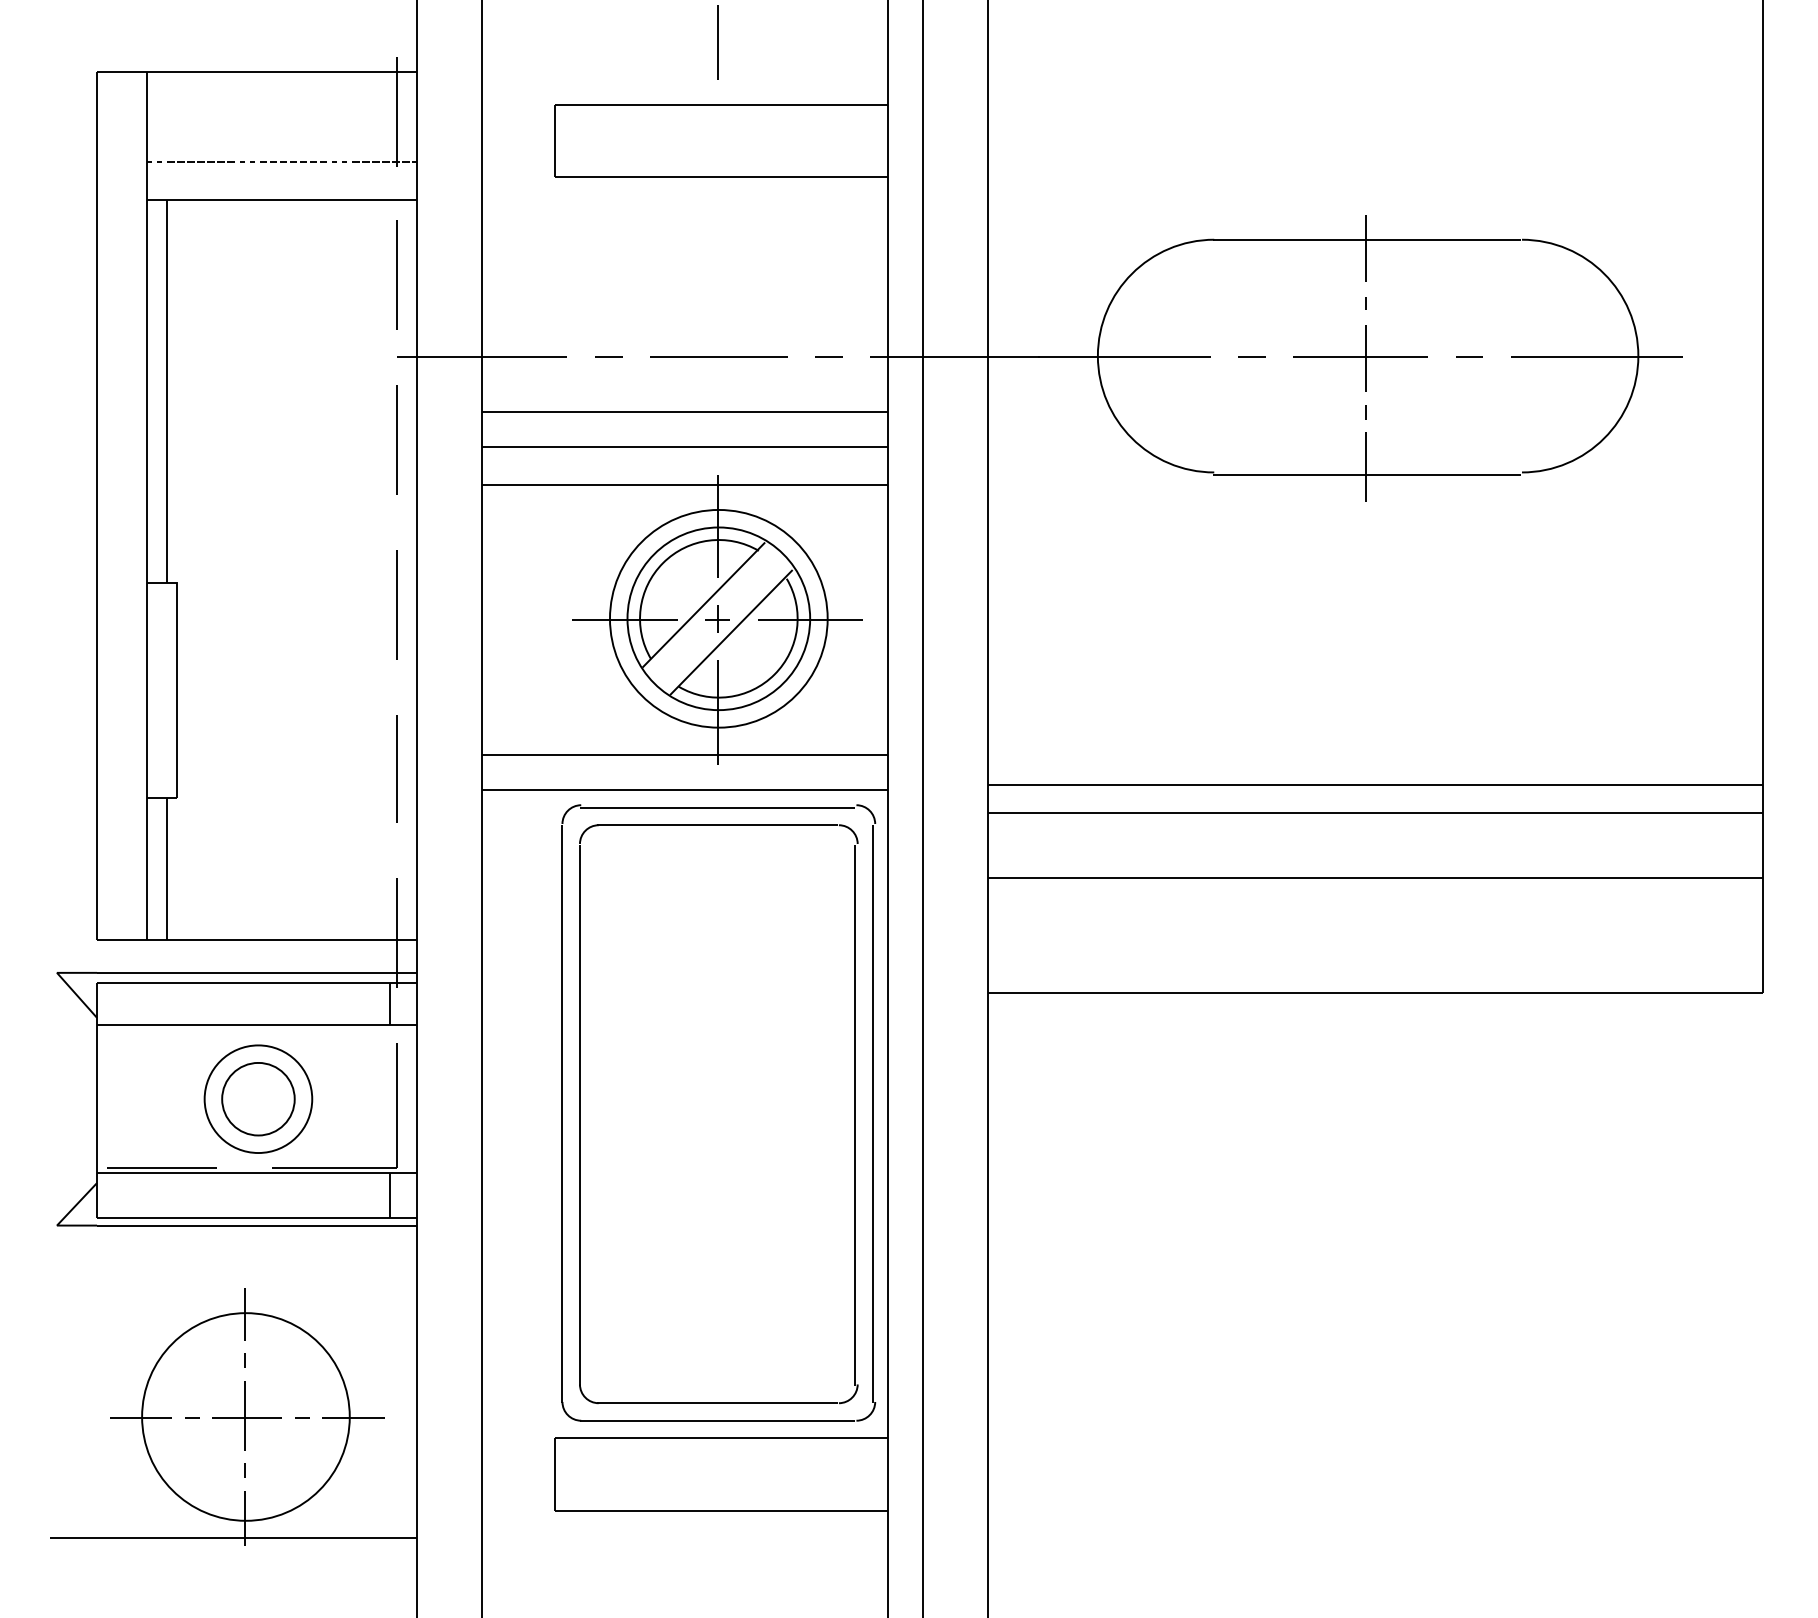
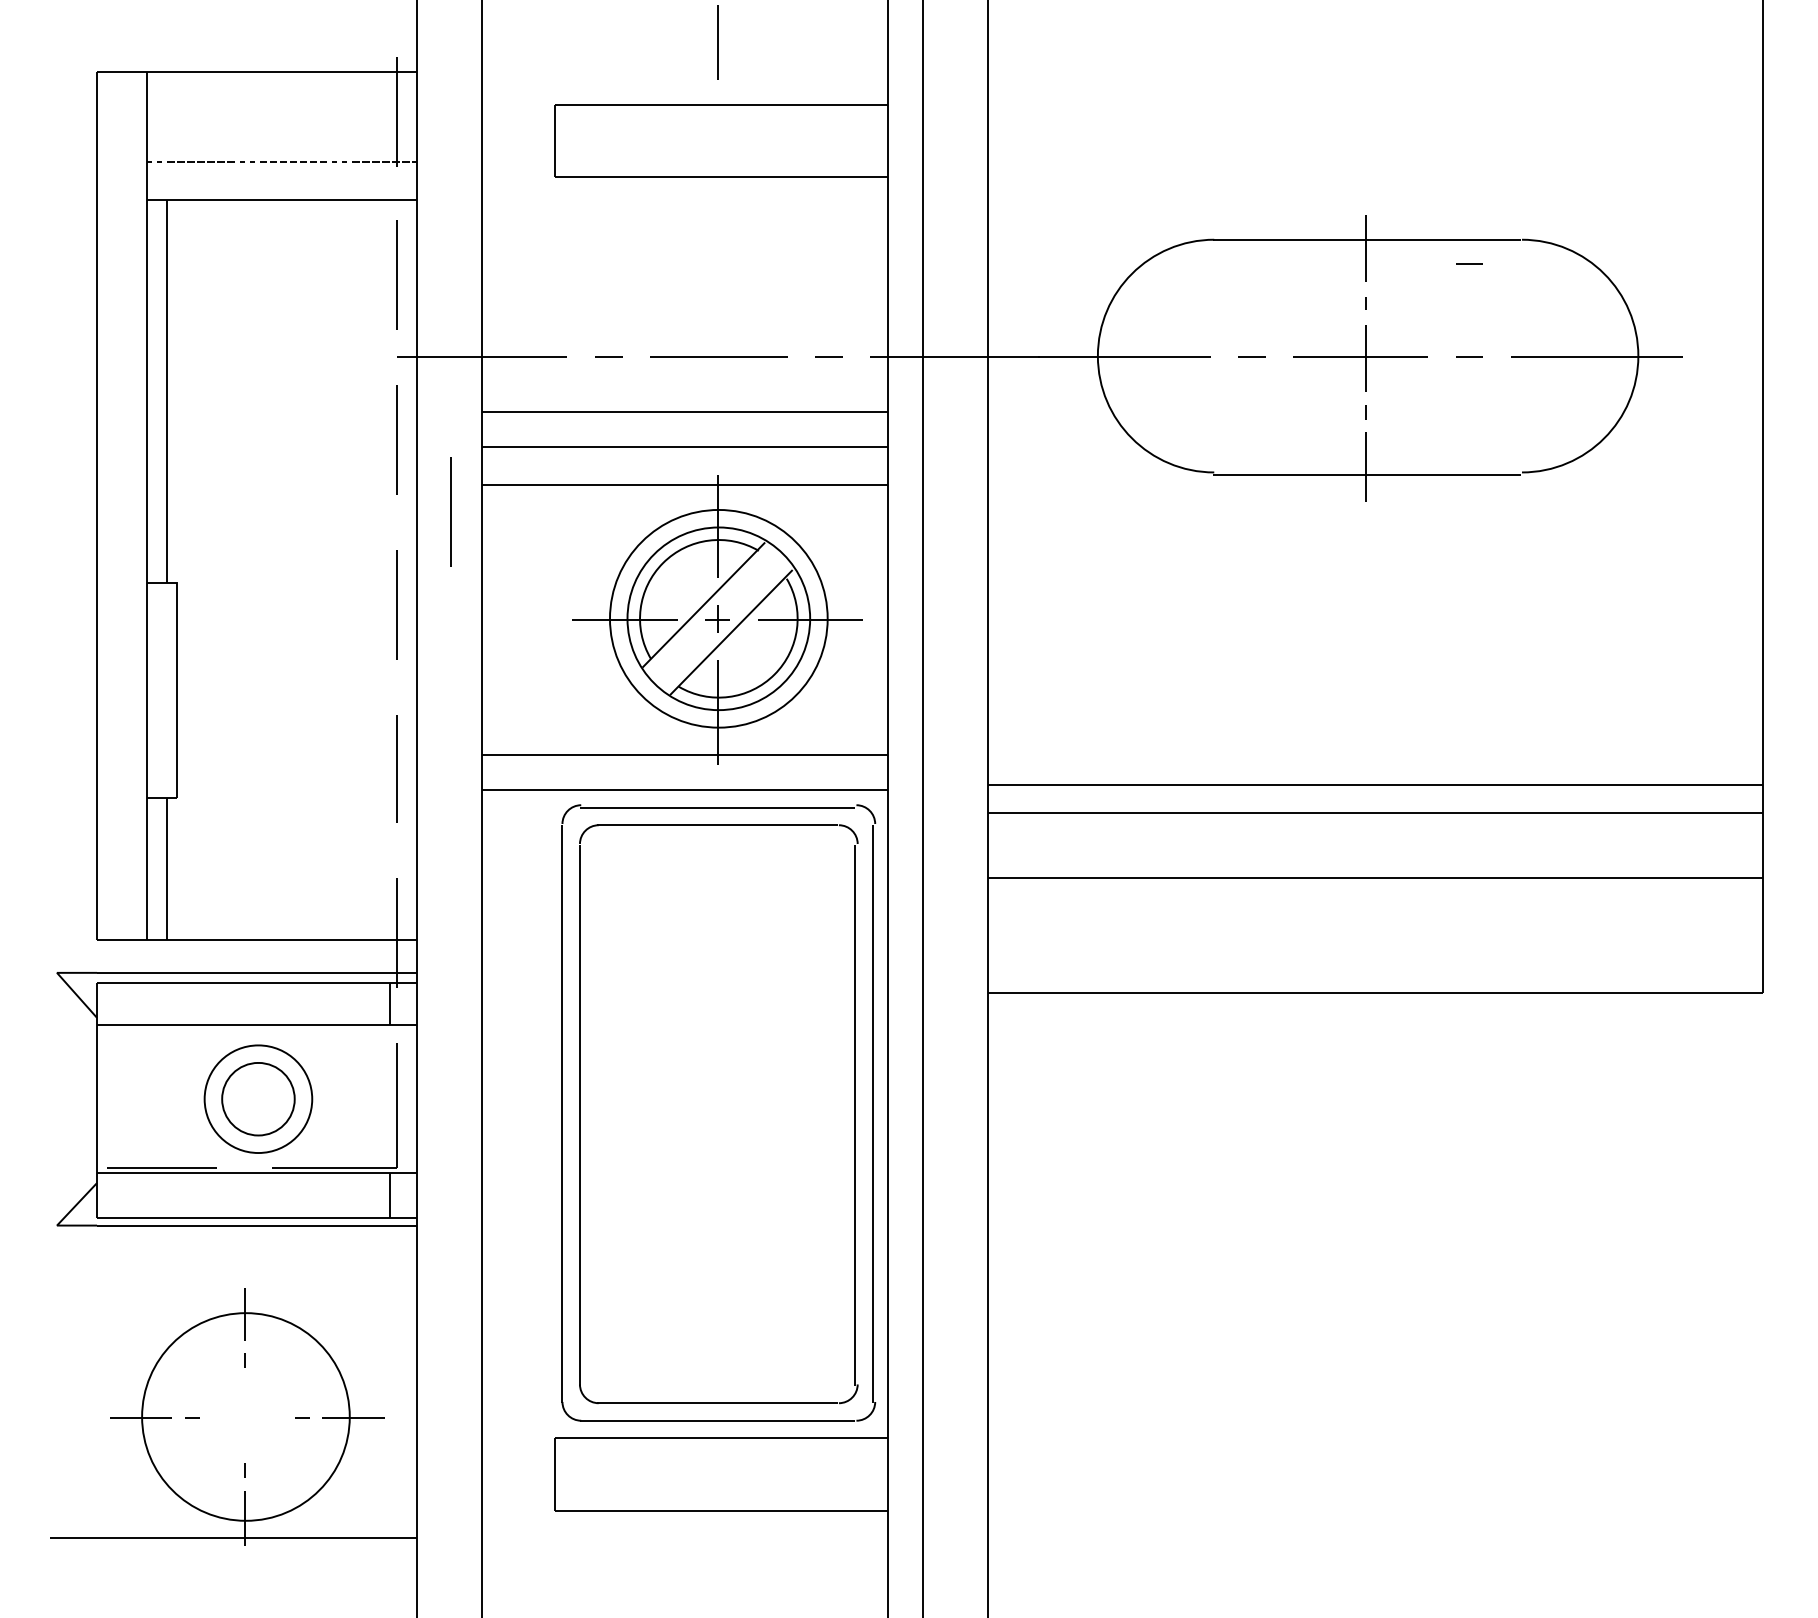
line at (1469, 263): none -> present
line at (450, 511): none -> present
part at (246, 1415): present -> none
